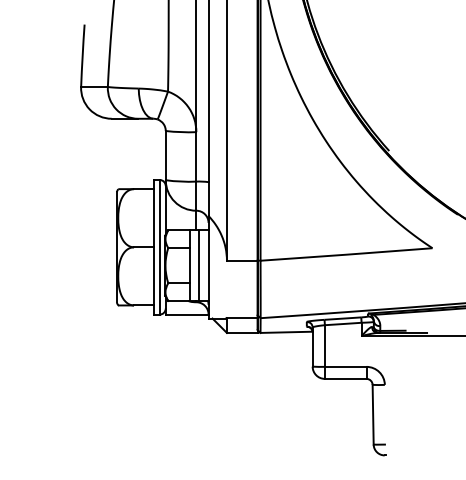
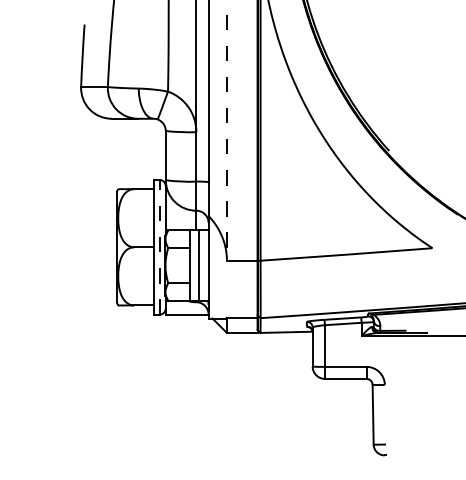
line at (226, 130): solid -> dashed
line at (159, 246): solid -> dashed
